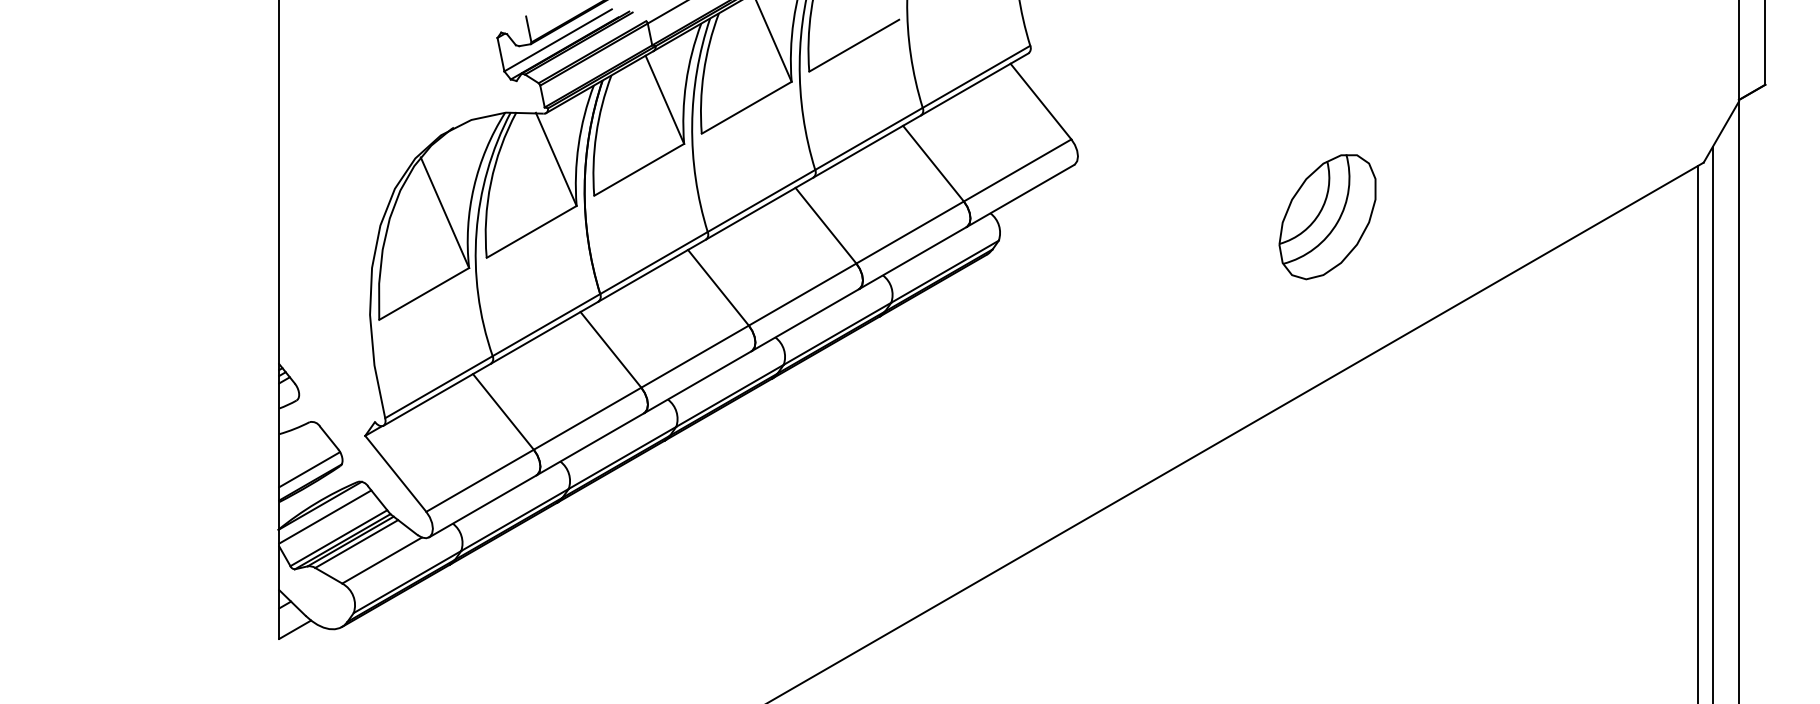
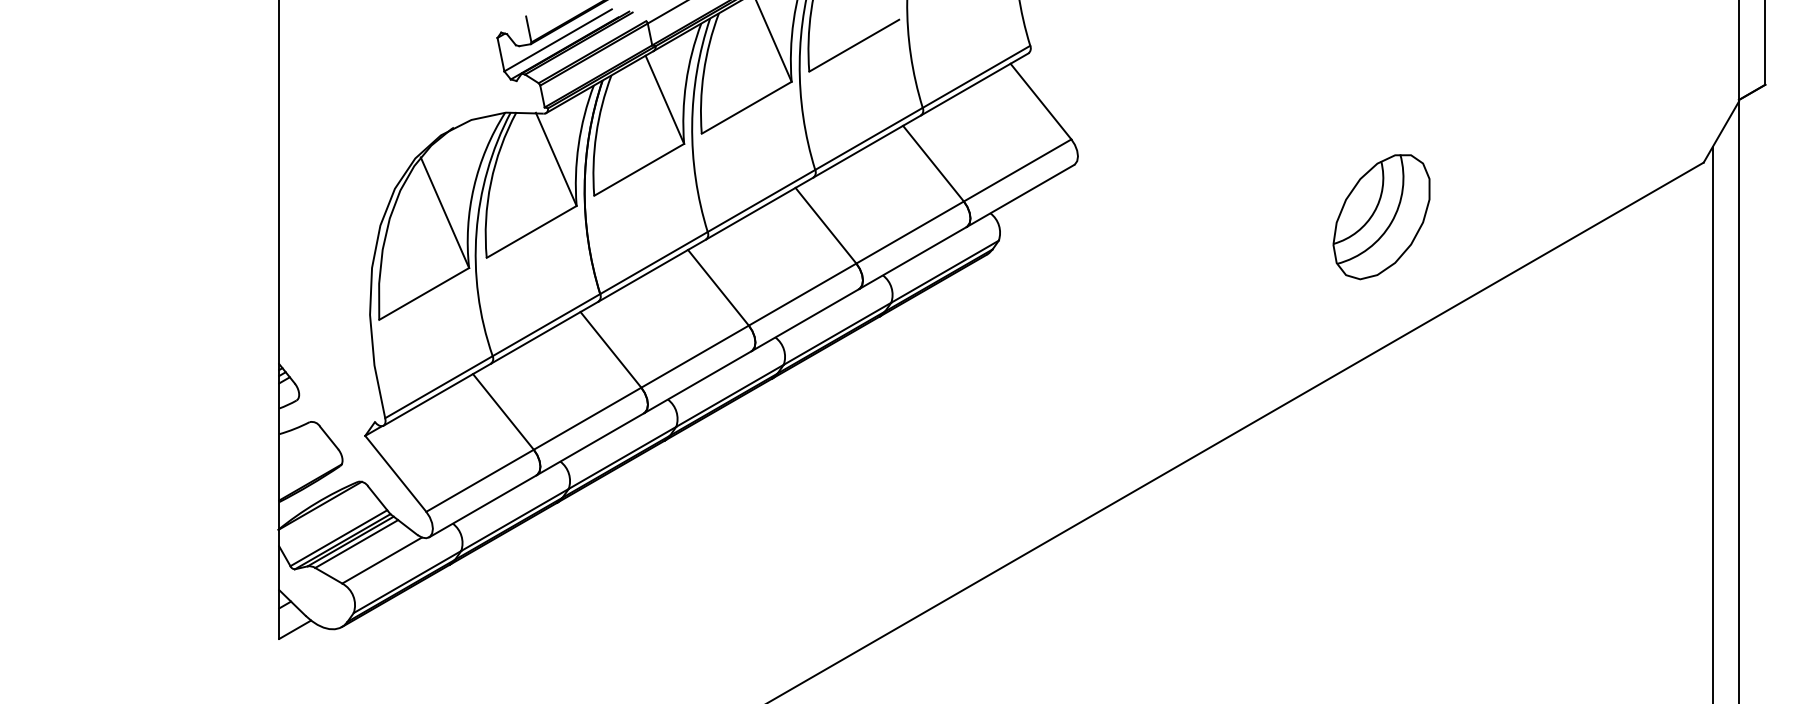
part at (1327, 217) position: (1327, 217) -> (1381, 217)
line at (1698, 432): present -> none
line at (309, 469): present -> none
line at (325, 516): present -> none
